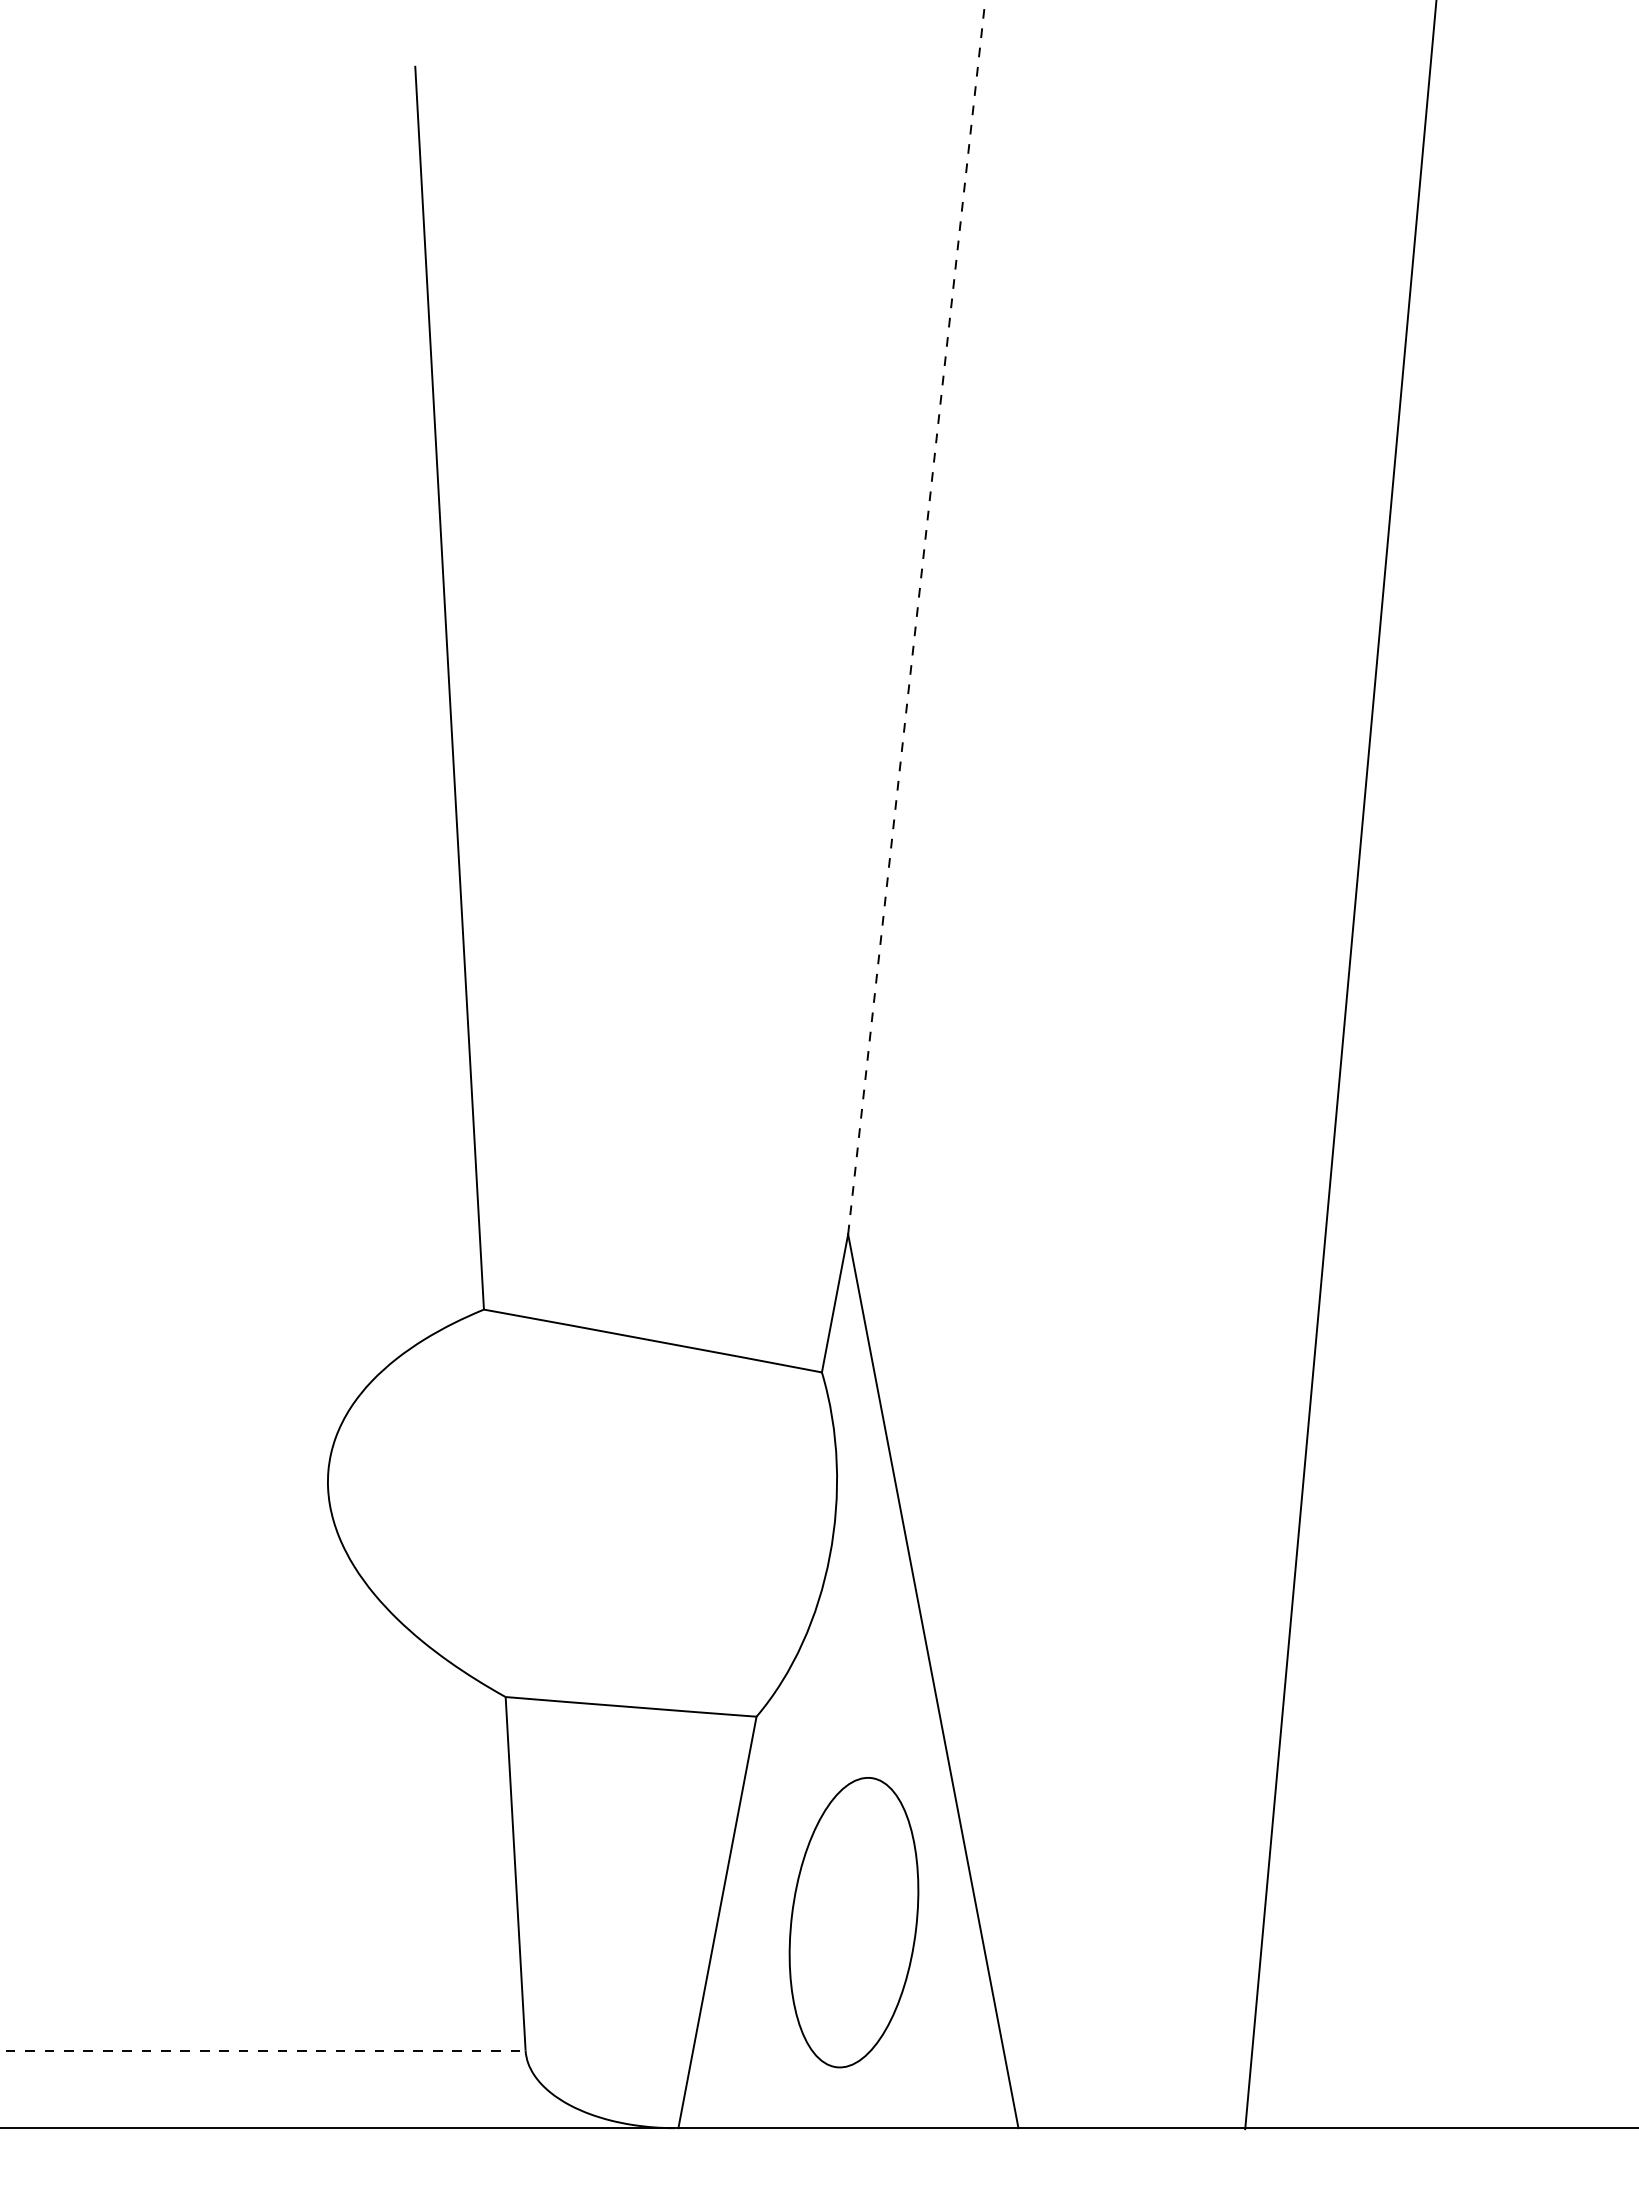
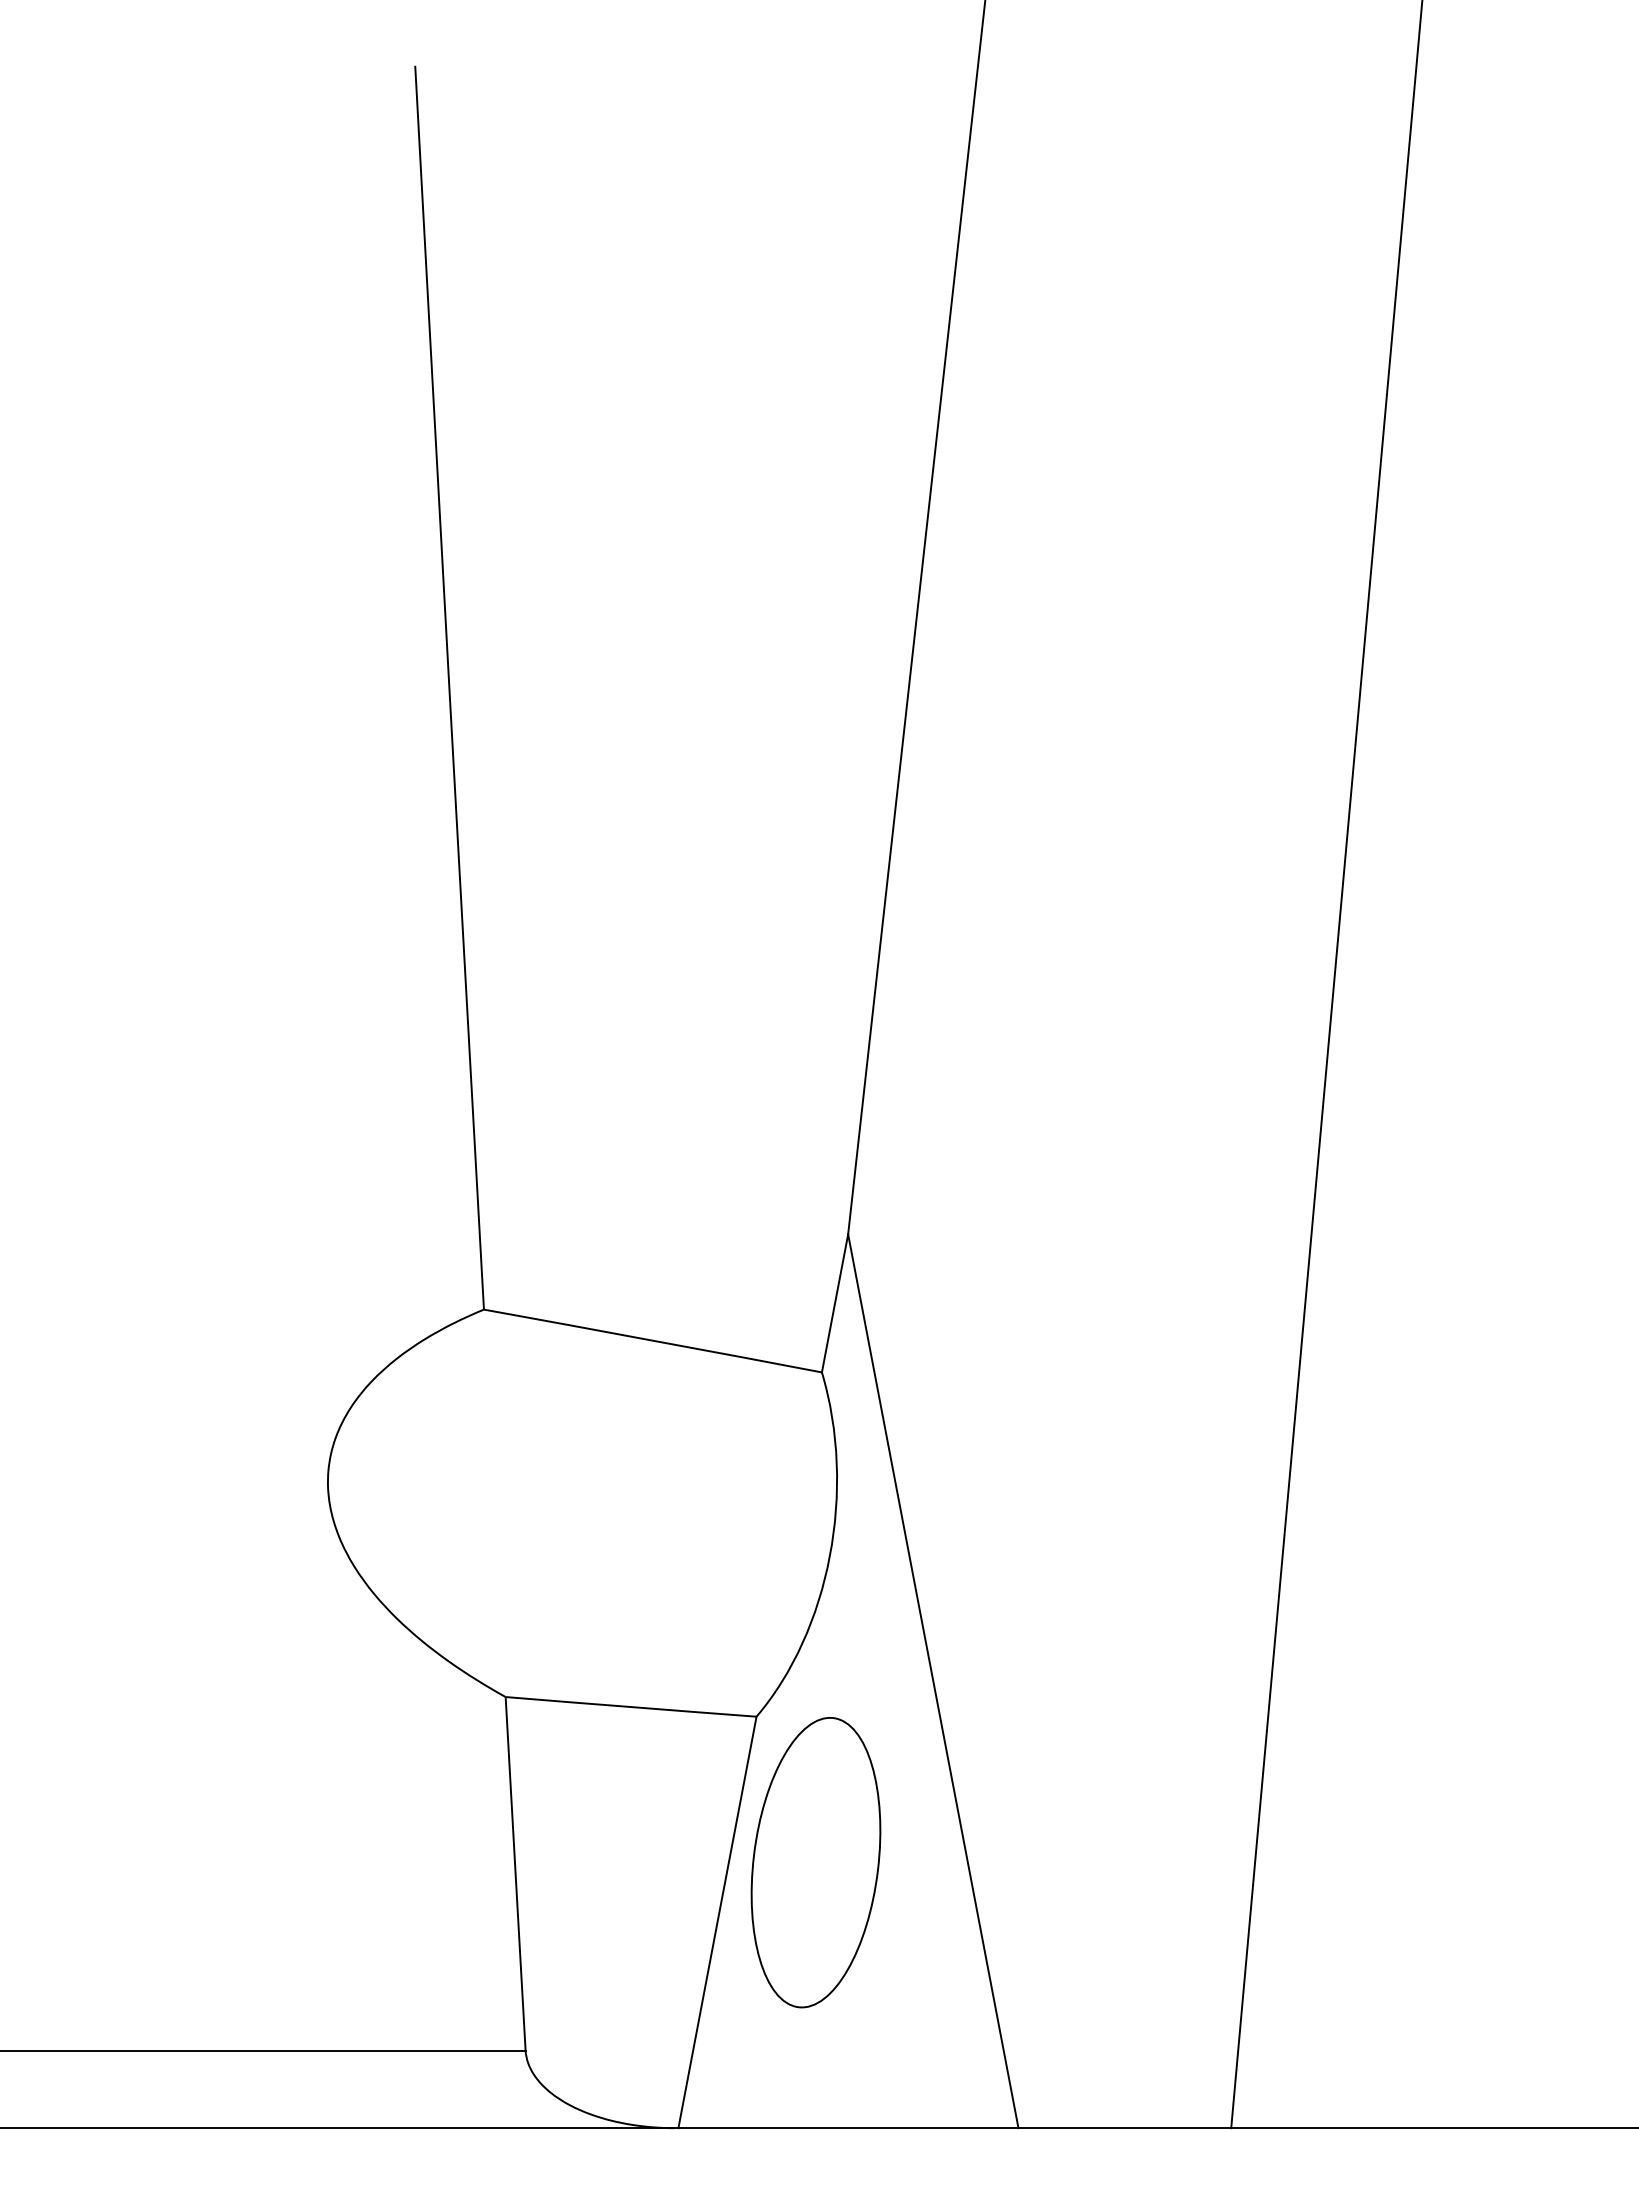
line at (916, 617): dashed -> solid
line at (1340, 1065) position: (1340, 1065) -> (1326, 1065)
part at (853, 1922) position: (853, 1922) -> (815, 1862)
line at (263, 2050): dashed -> solid
